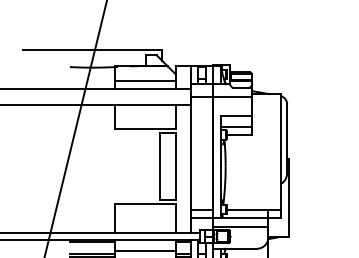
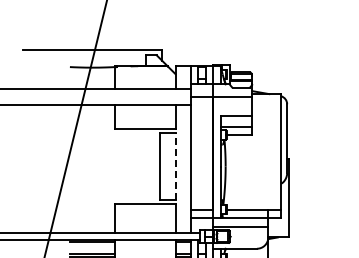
line at (145, 81): present -> none
line at (175, 166): solid -> dashed
line at (145, 251): present -> none
